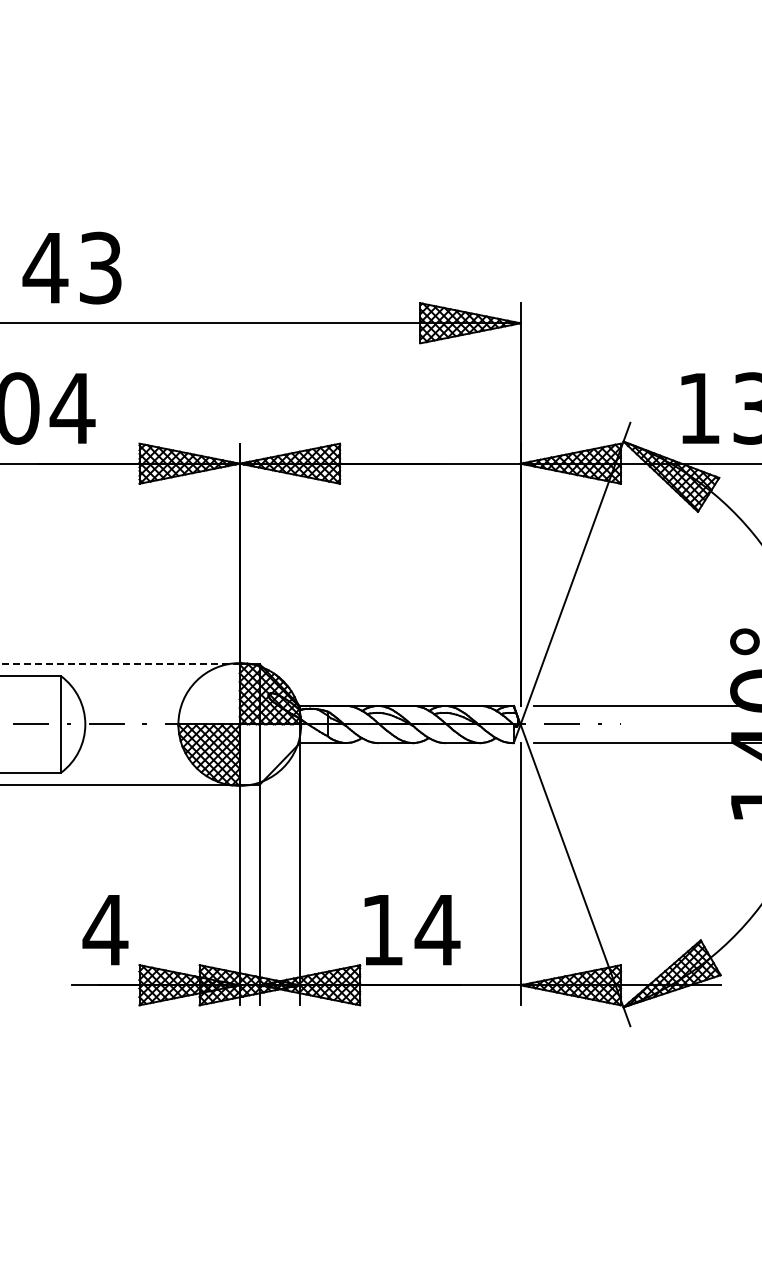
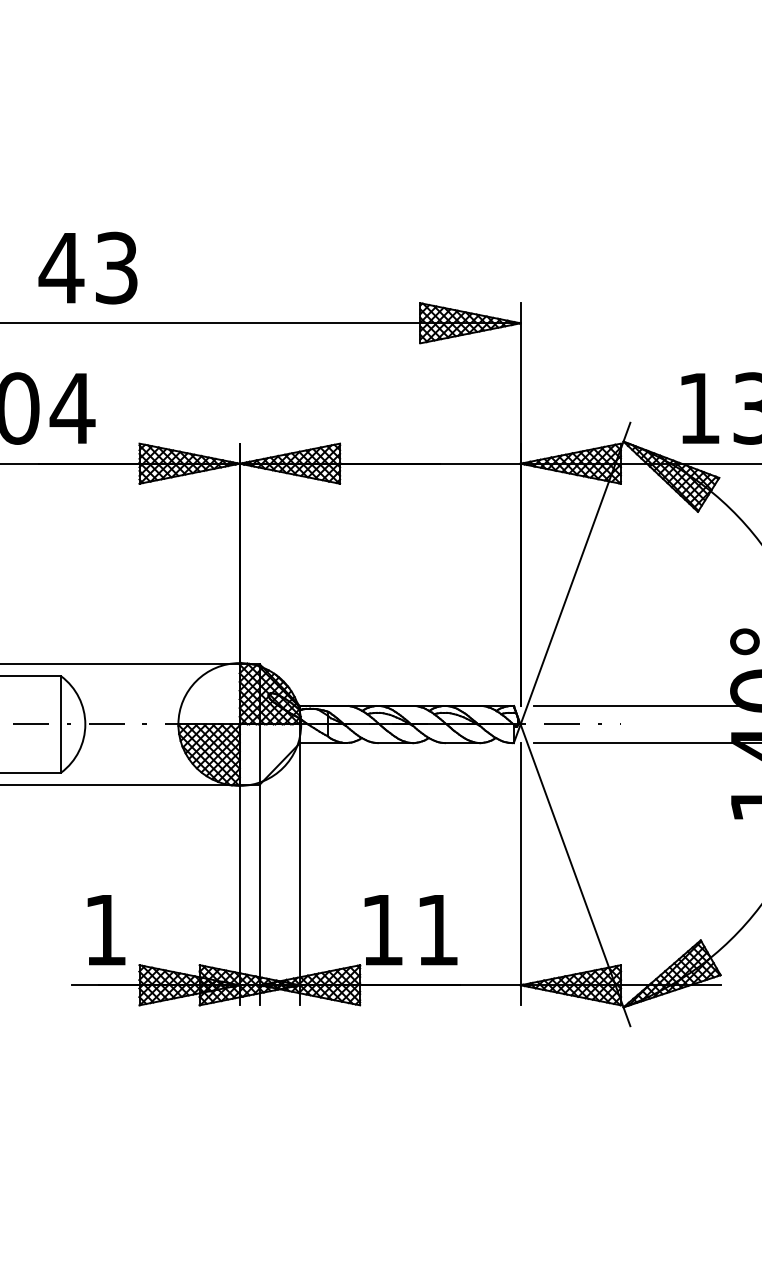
text at (71, 267) position: (71, 267) -> (87, 267)
line at (119, 664): dashed -> solid
text at (105, 930): 4 -> 1
text at (437, 930): 14 -> 11
